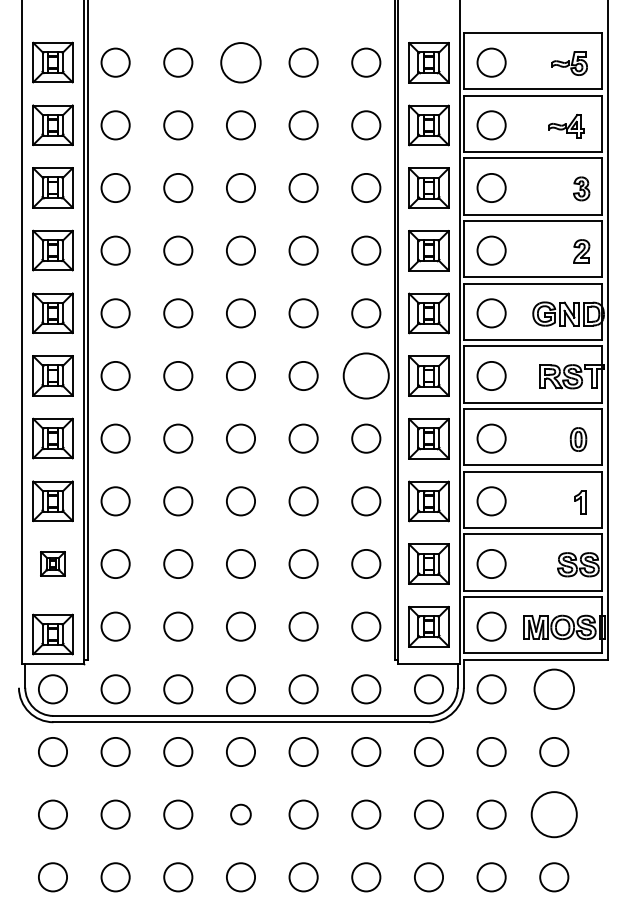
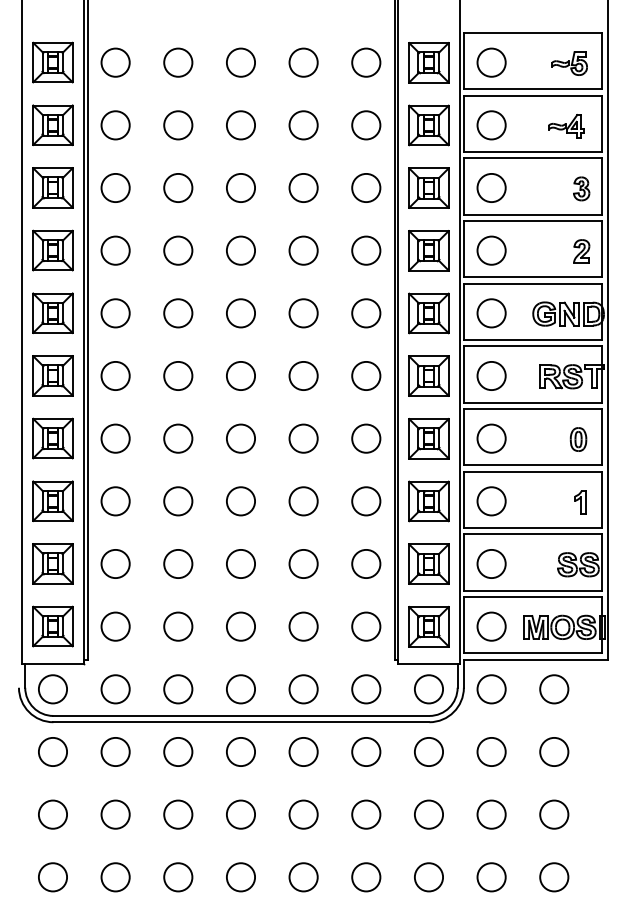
circle at (240, 62) size: 42x42 px -> 30x31 px
circle at (365, 375) diameter: 45 px -> 28 px
part at (52, 563) size: 26x26 px -> 42x42 px
part at (52, 634) position: (52, 634) -> (52, 626)
circle at (554, 689) diameter: 39 px -> 28 px
circle at (240, 814) size: 22x23 px -> 30x31 px
circle at (553, 814) diameter: 45 px -> 28 px
